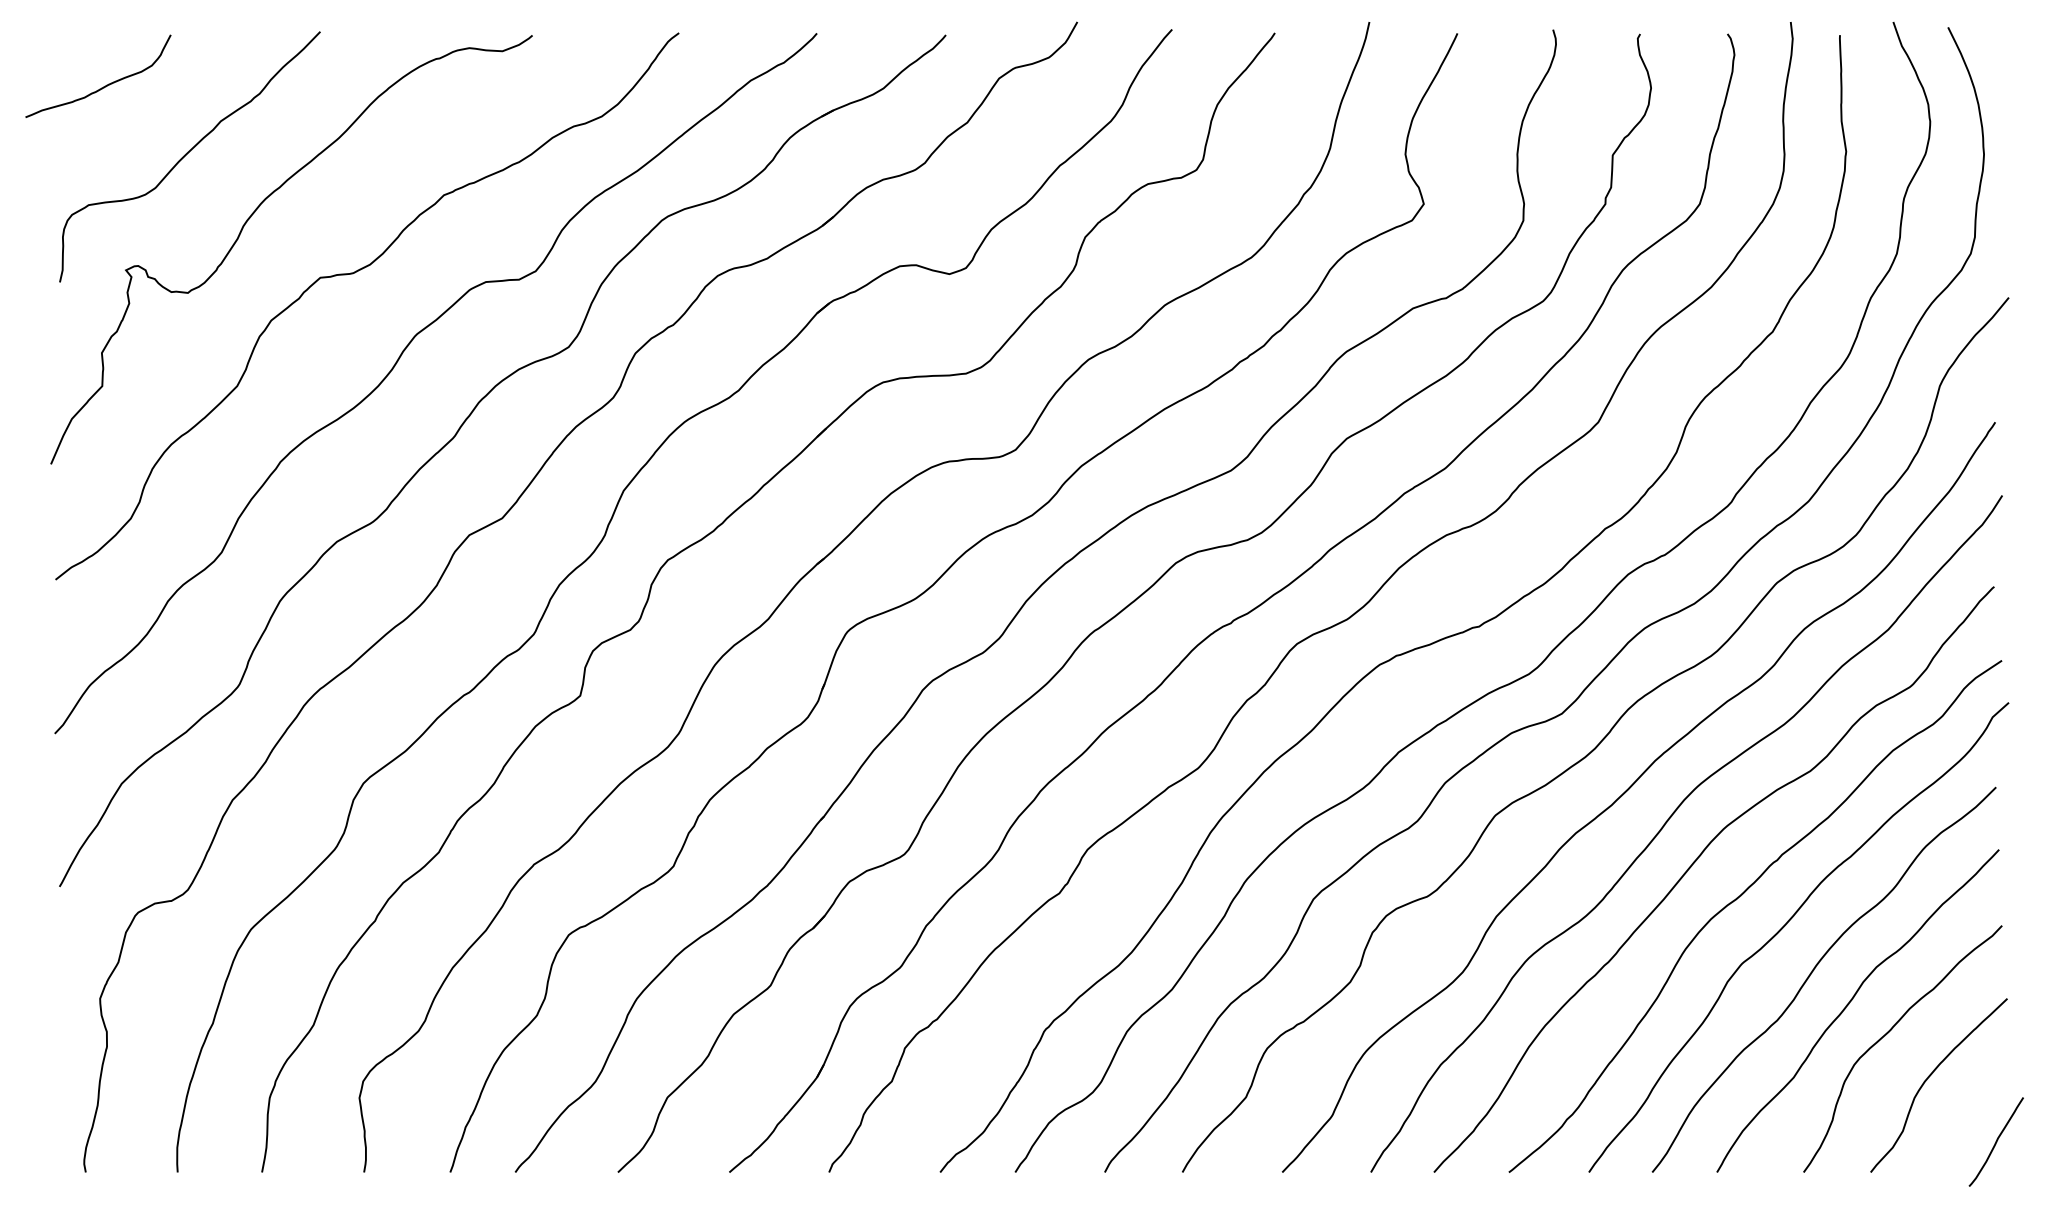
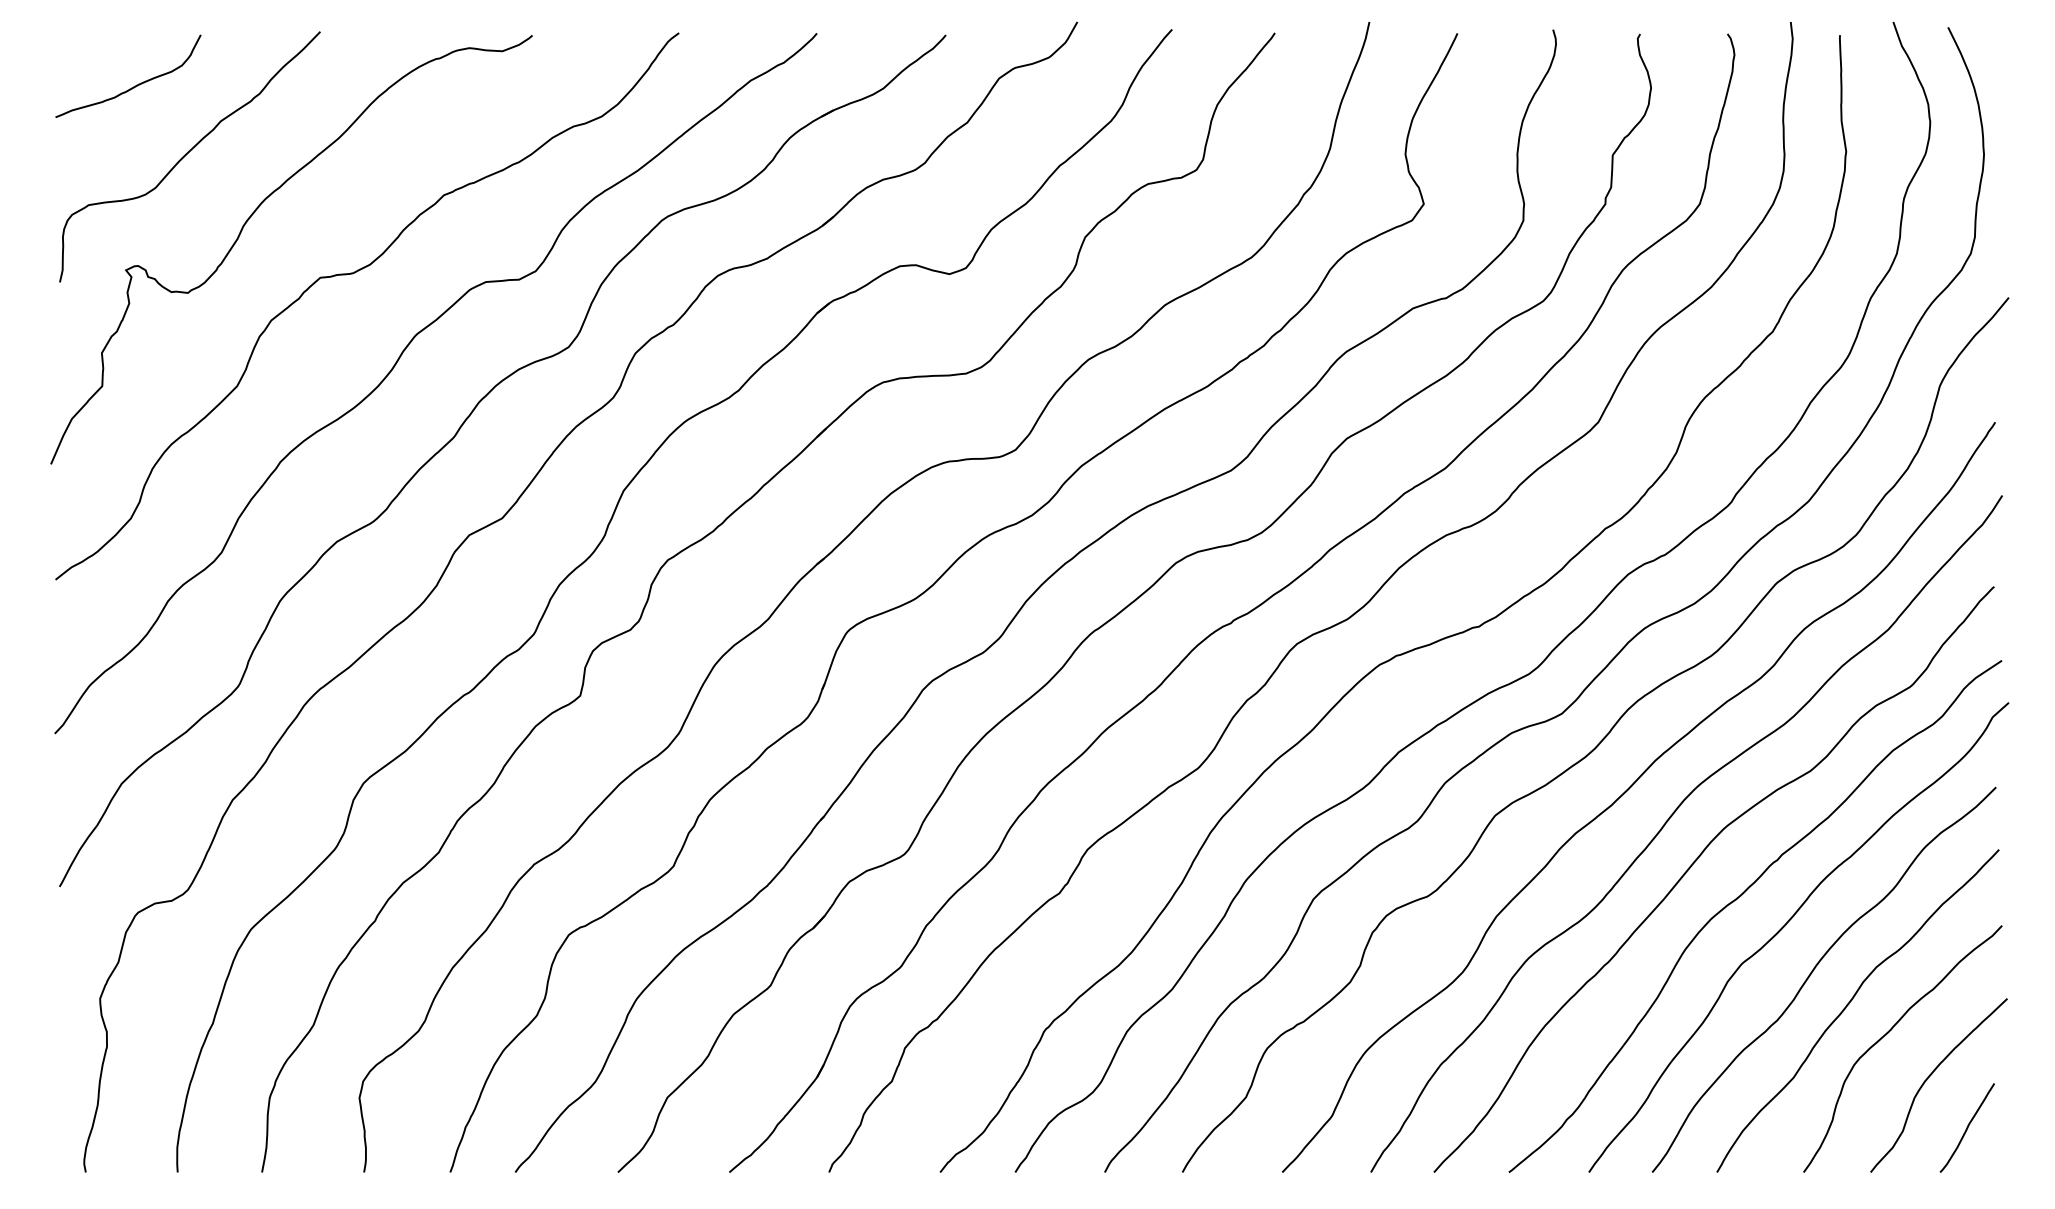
curve at (106, 84) position: (106, 84) -> (136, 84)
curve at (1995, 1141) position: (1995, 1141) -> (1966, 1127)
